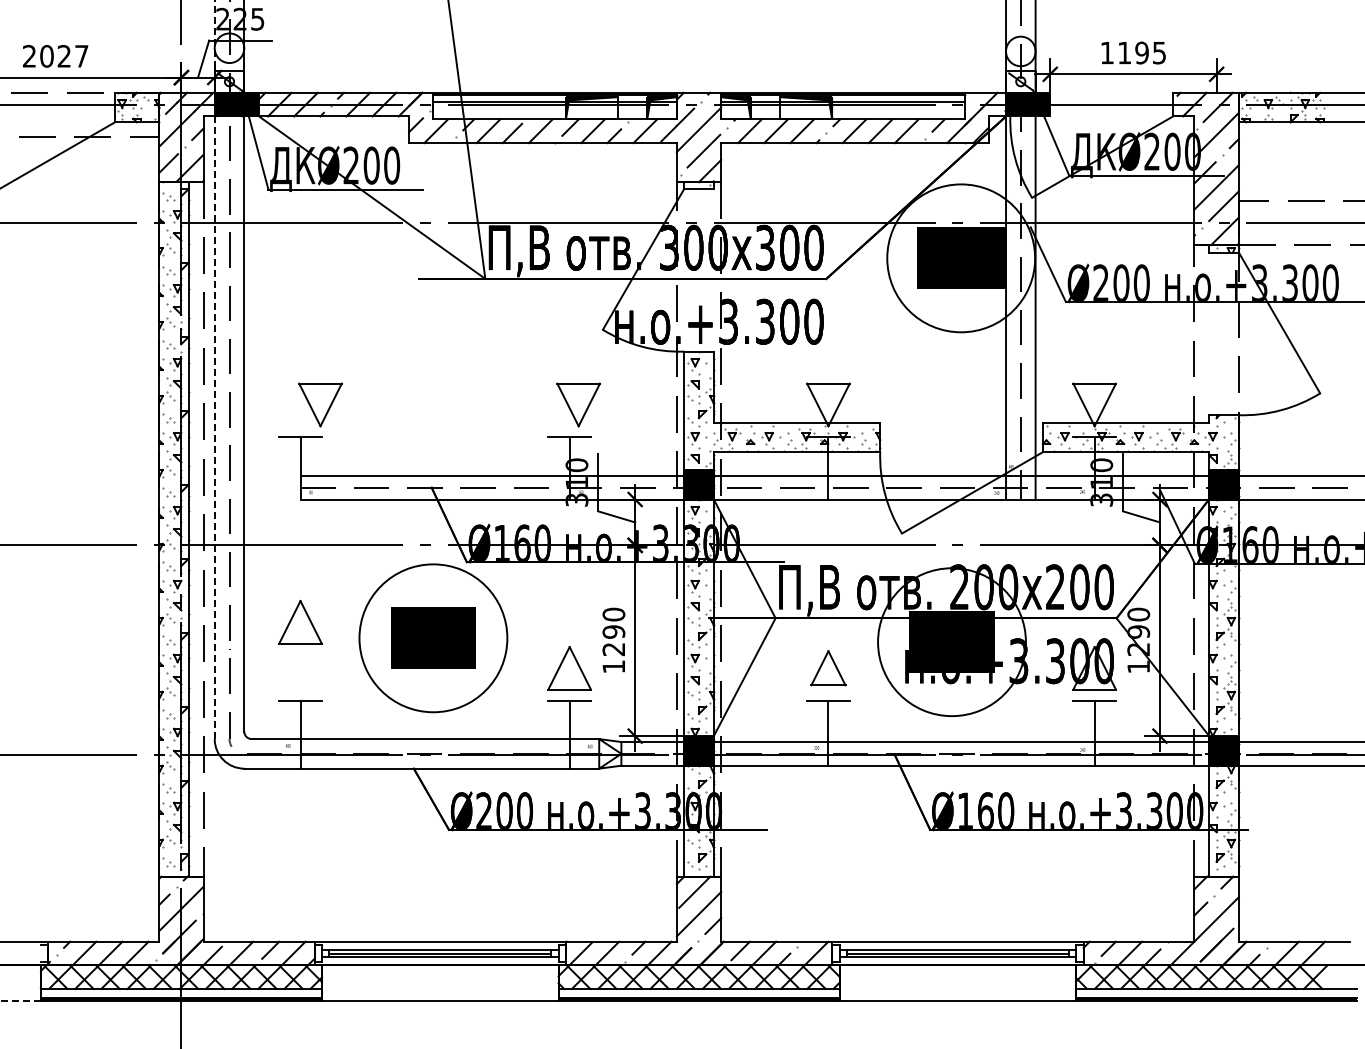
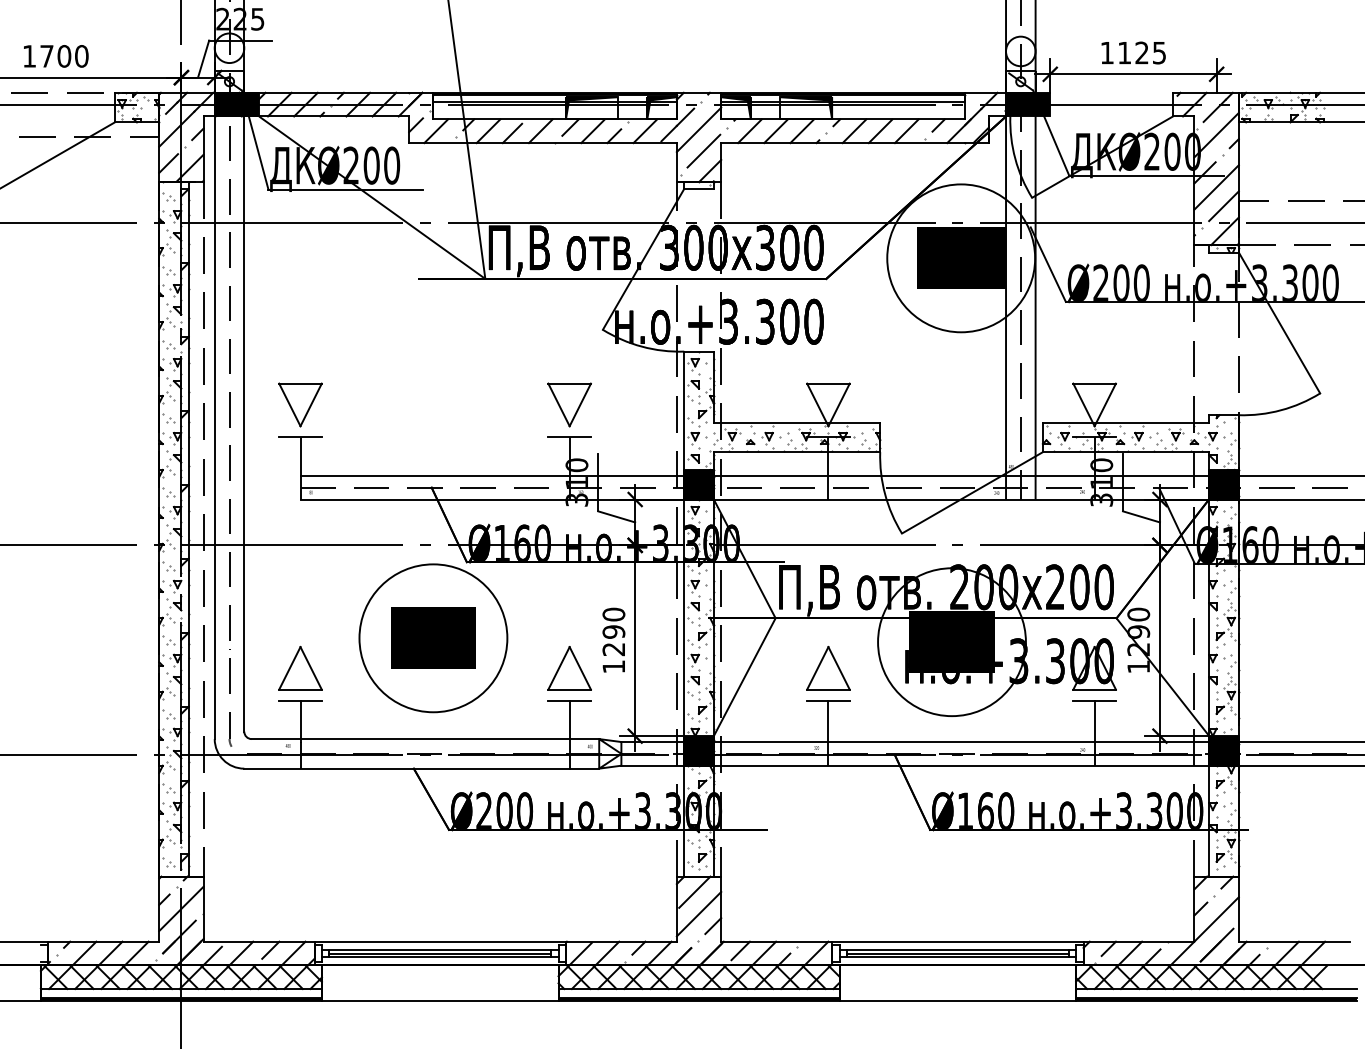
text at (1141, 52): 1195 -> 1125
text at (55, 56): 2027 -> 1700
line at (214, 369): dashed -> solid
part at (320, 404) position: (320, 404) -> (300, 404)
part at (578, 404) position: (578, 404) -> (569, 404)
part at (300, 621) position: (300, 621) -> (300, 667)
part at (828, 668) size: 37x37 px -> 45x46 px
line at (19, 1000): dashed -> solid
